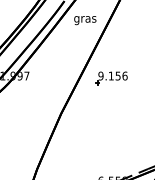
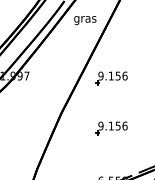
part at (111, 128): none -> present
